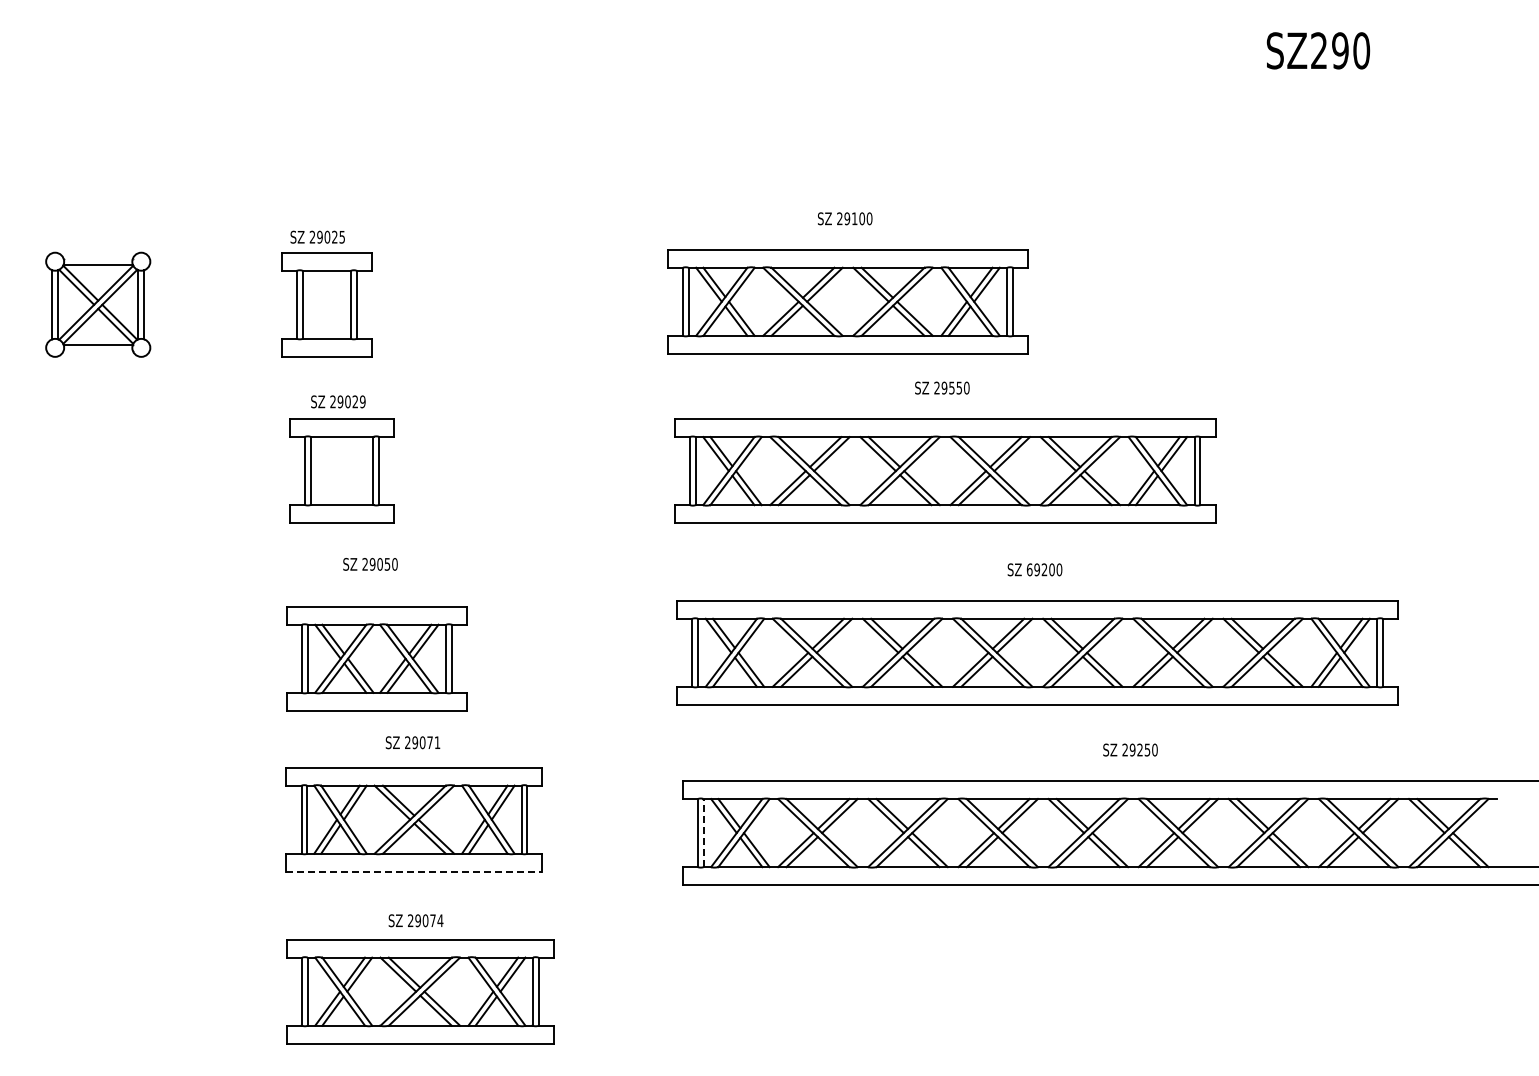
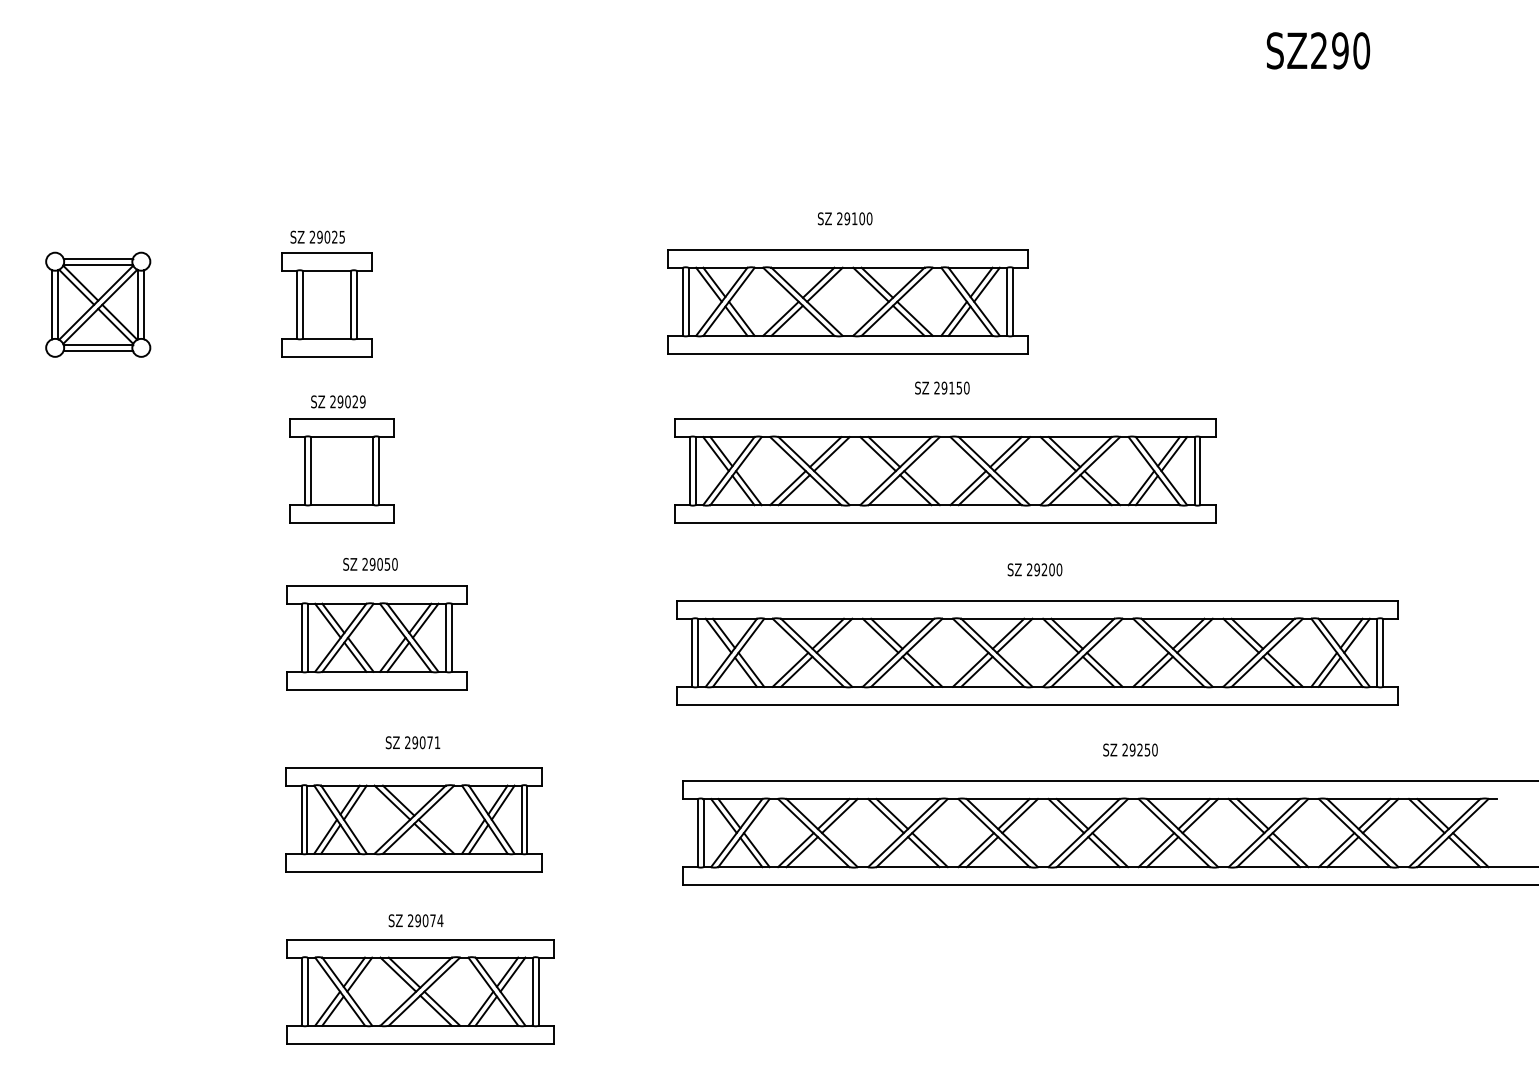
line at (97, 258): none -> present
line at (97, 350): none -> present
text at (951, 387): 29550 -> 29150
text at (1029, 569): 69200 -> 29200
part at (376, 658) position: (376, 658) -> (376, 637)
line at (703, 832): dashed -> solid
line at (414, 871): dashed -> solid
